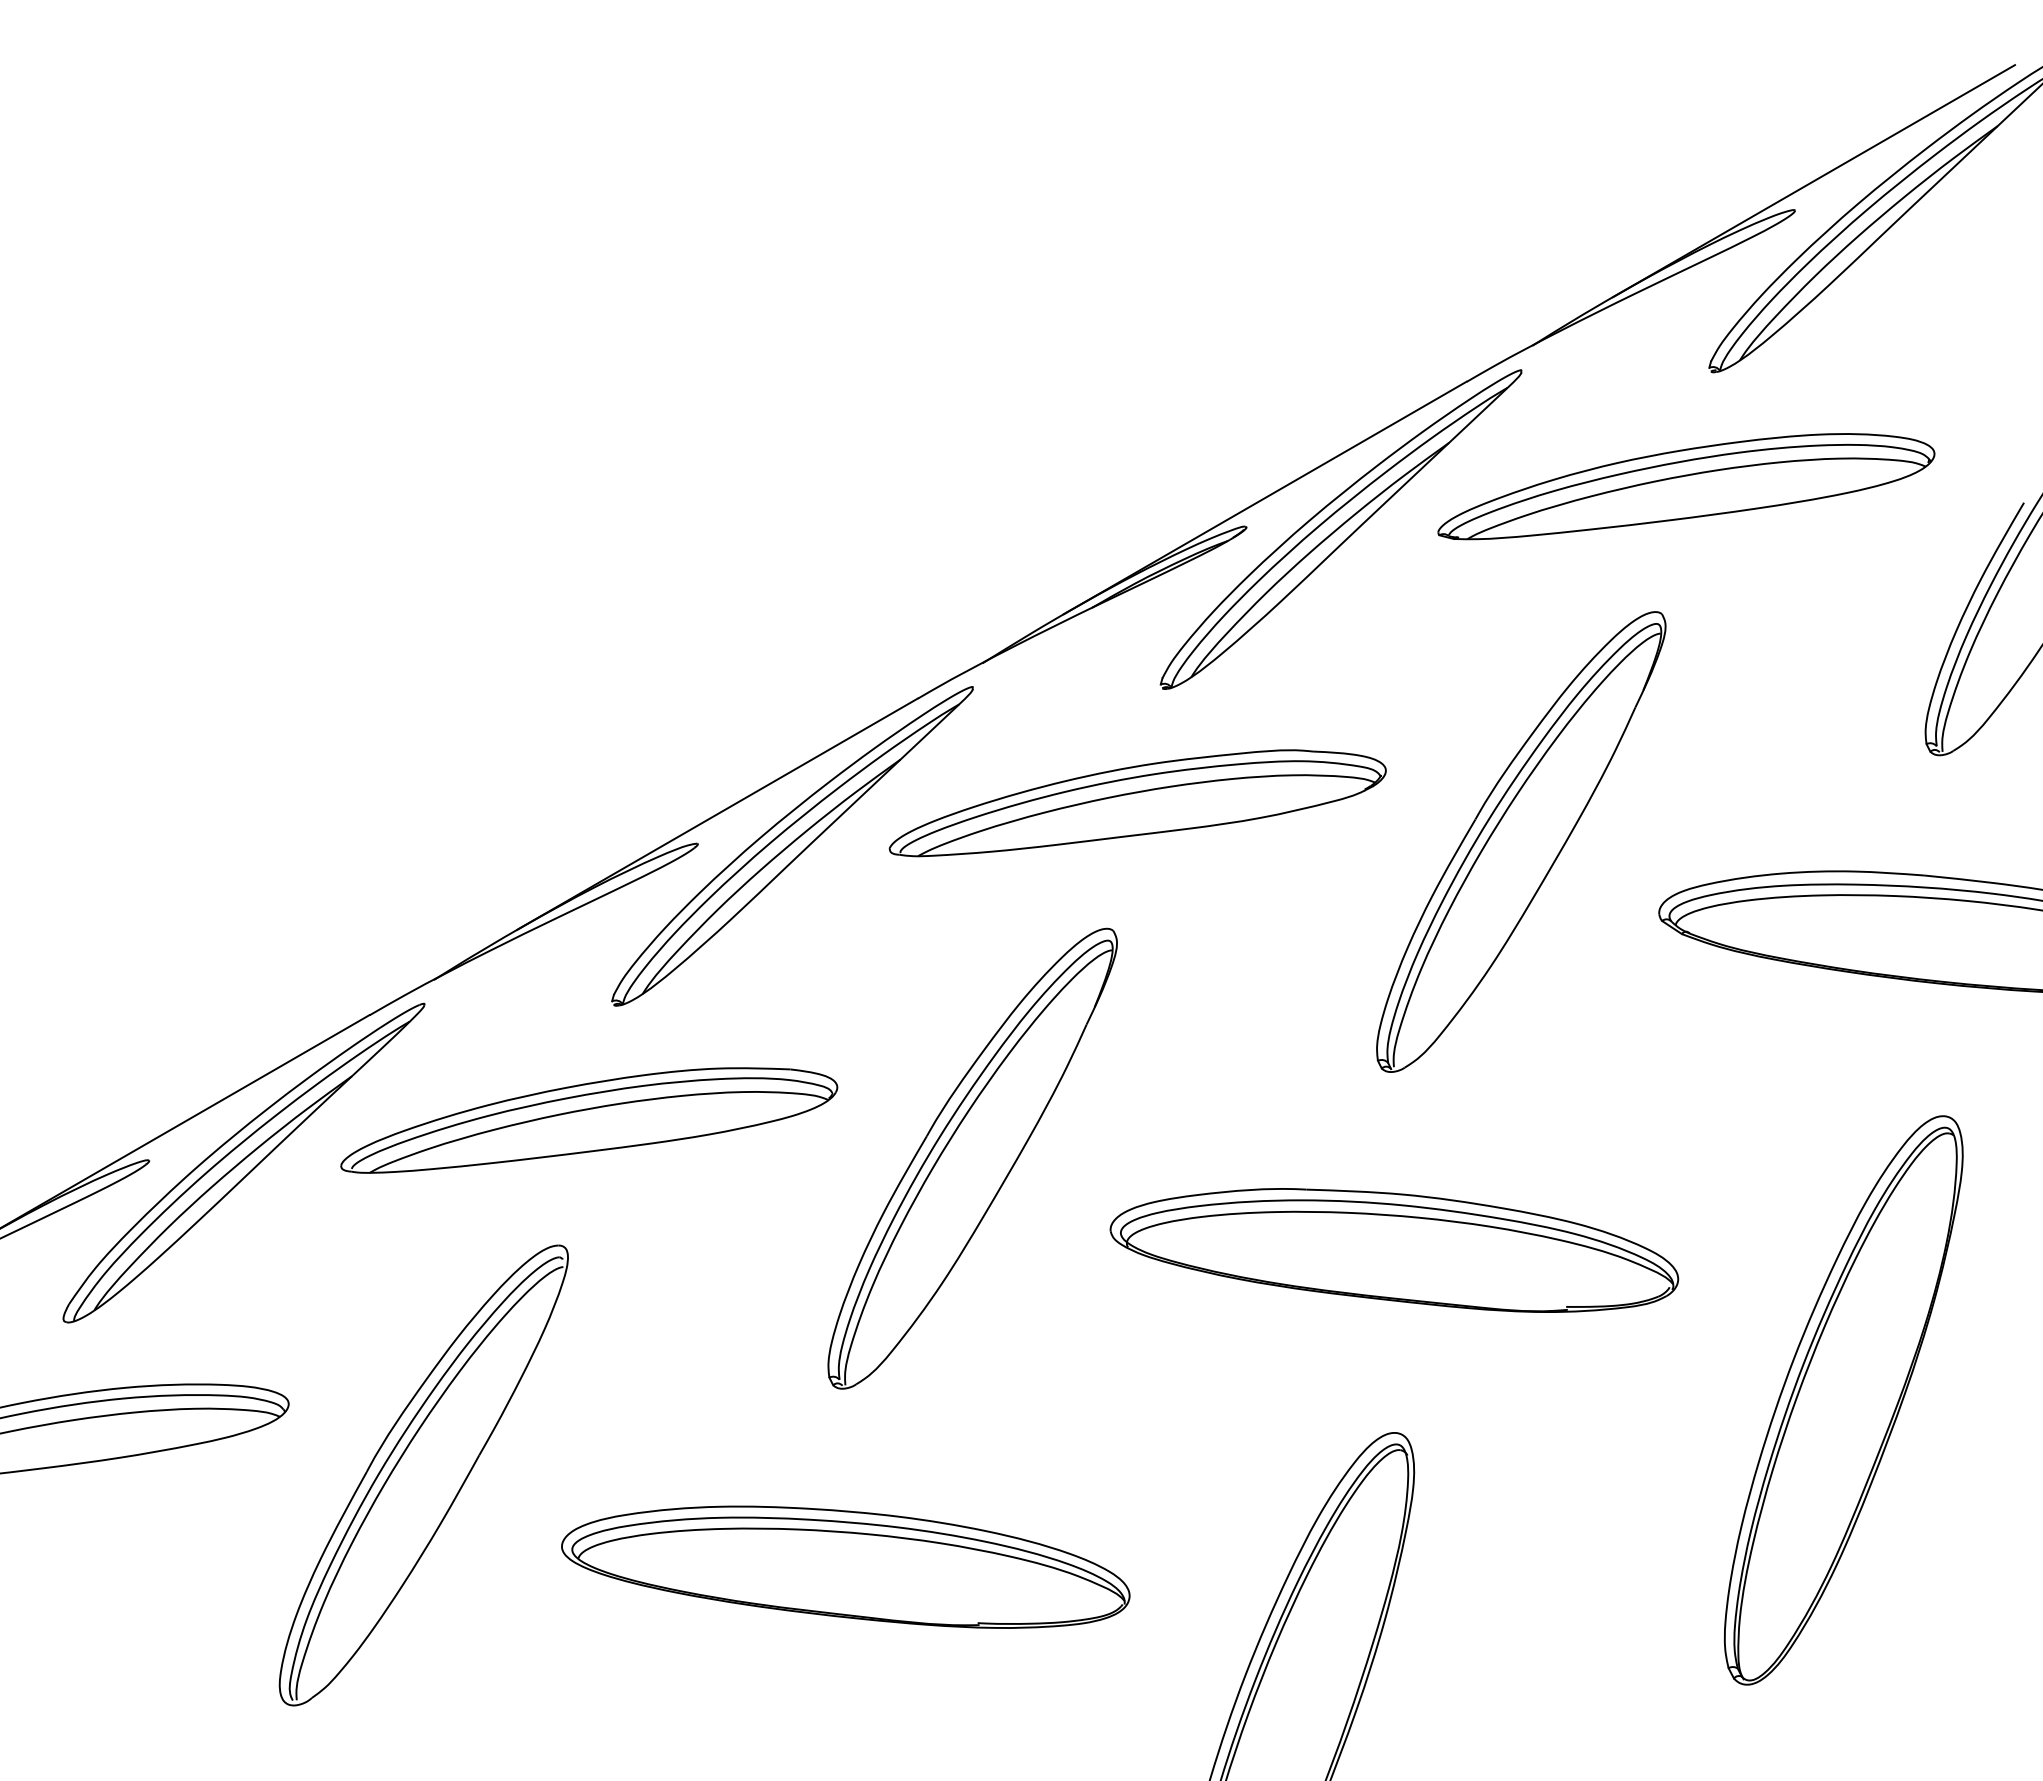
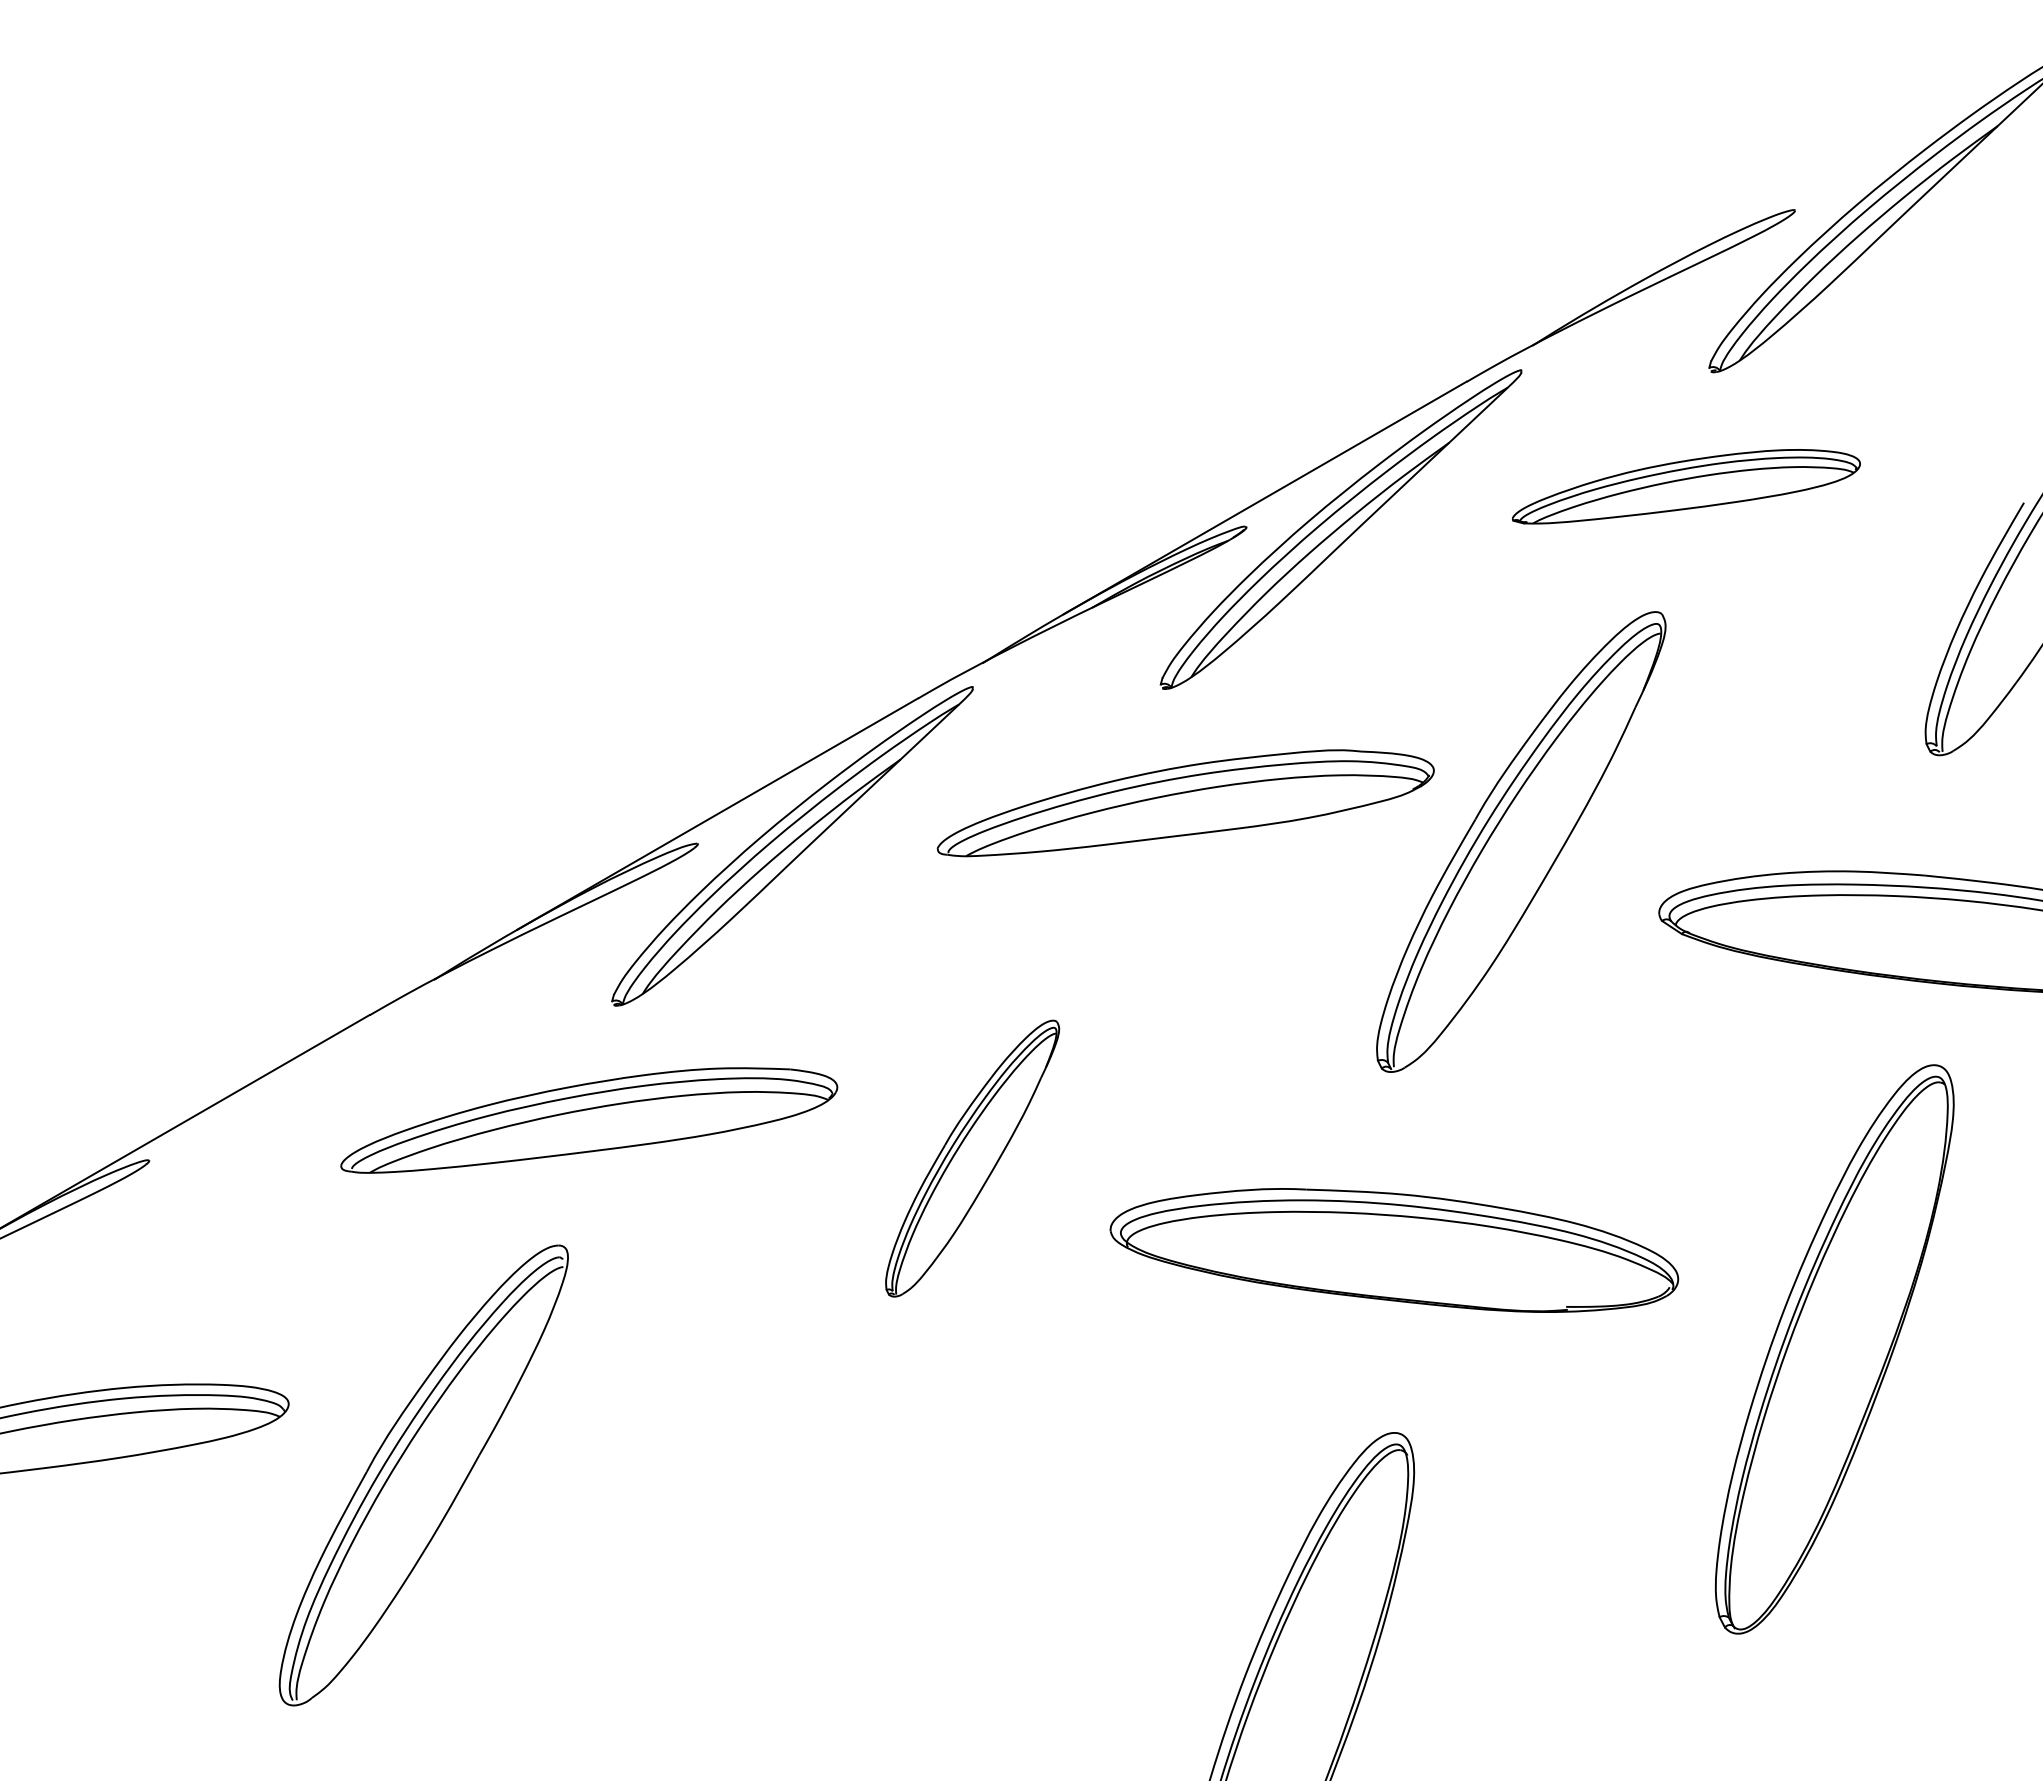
line at (1813, 181): present -> none
part at (1686, 486) size: 499x108 px -> 349x76 px
part at (1137, 803) position: (1137, 803) -> (1185, 803)
part at (972, 1158) size: 291x463 px -> 176x279 px
part at (243, 1162): present -> none
part at (1843, 1400) position: (1843, 1400) -> (1834, 1349)
part at (845, 1566): present -> none
